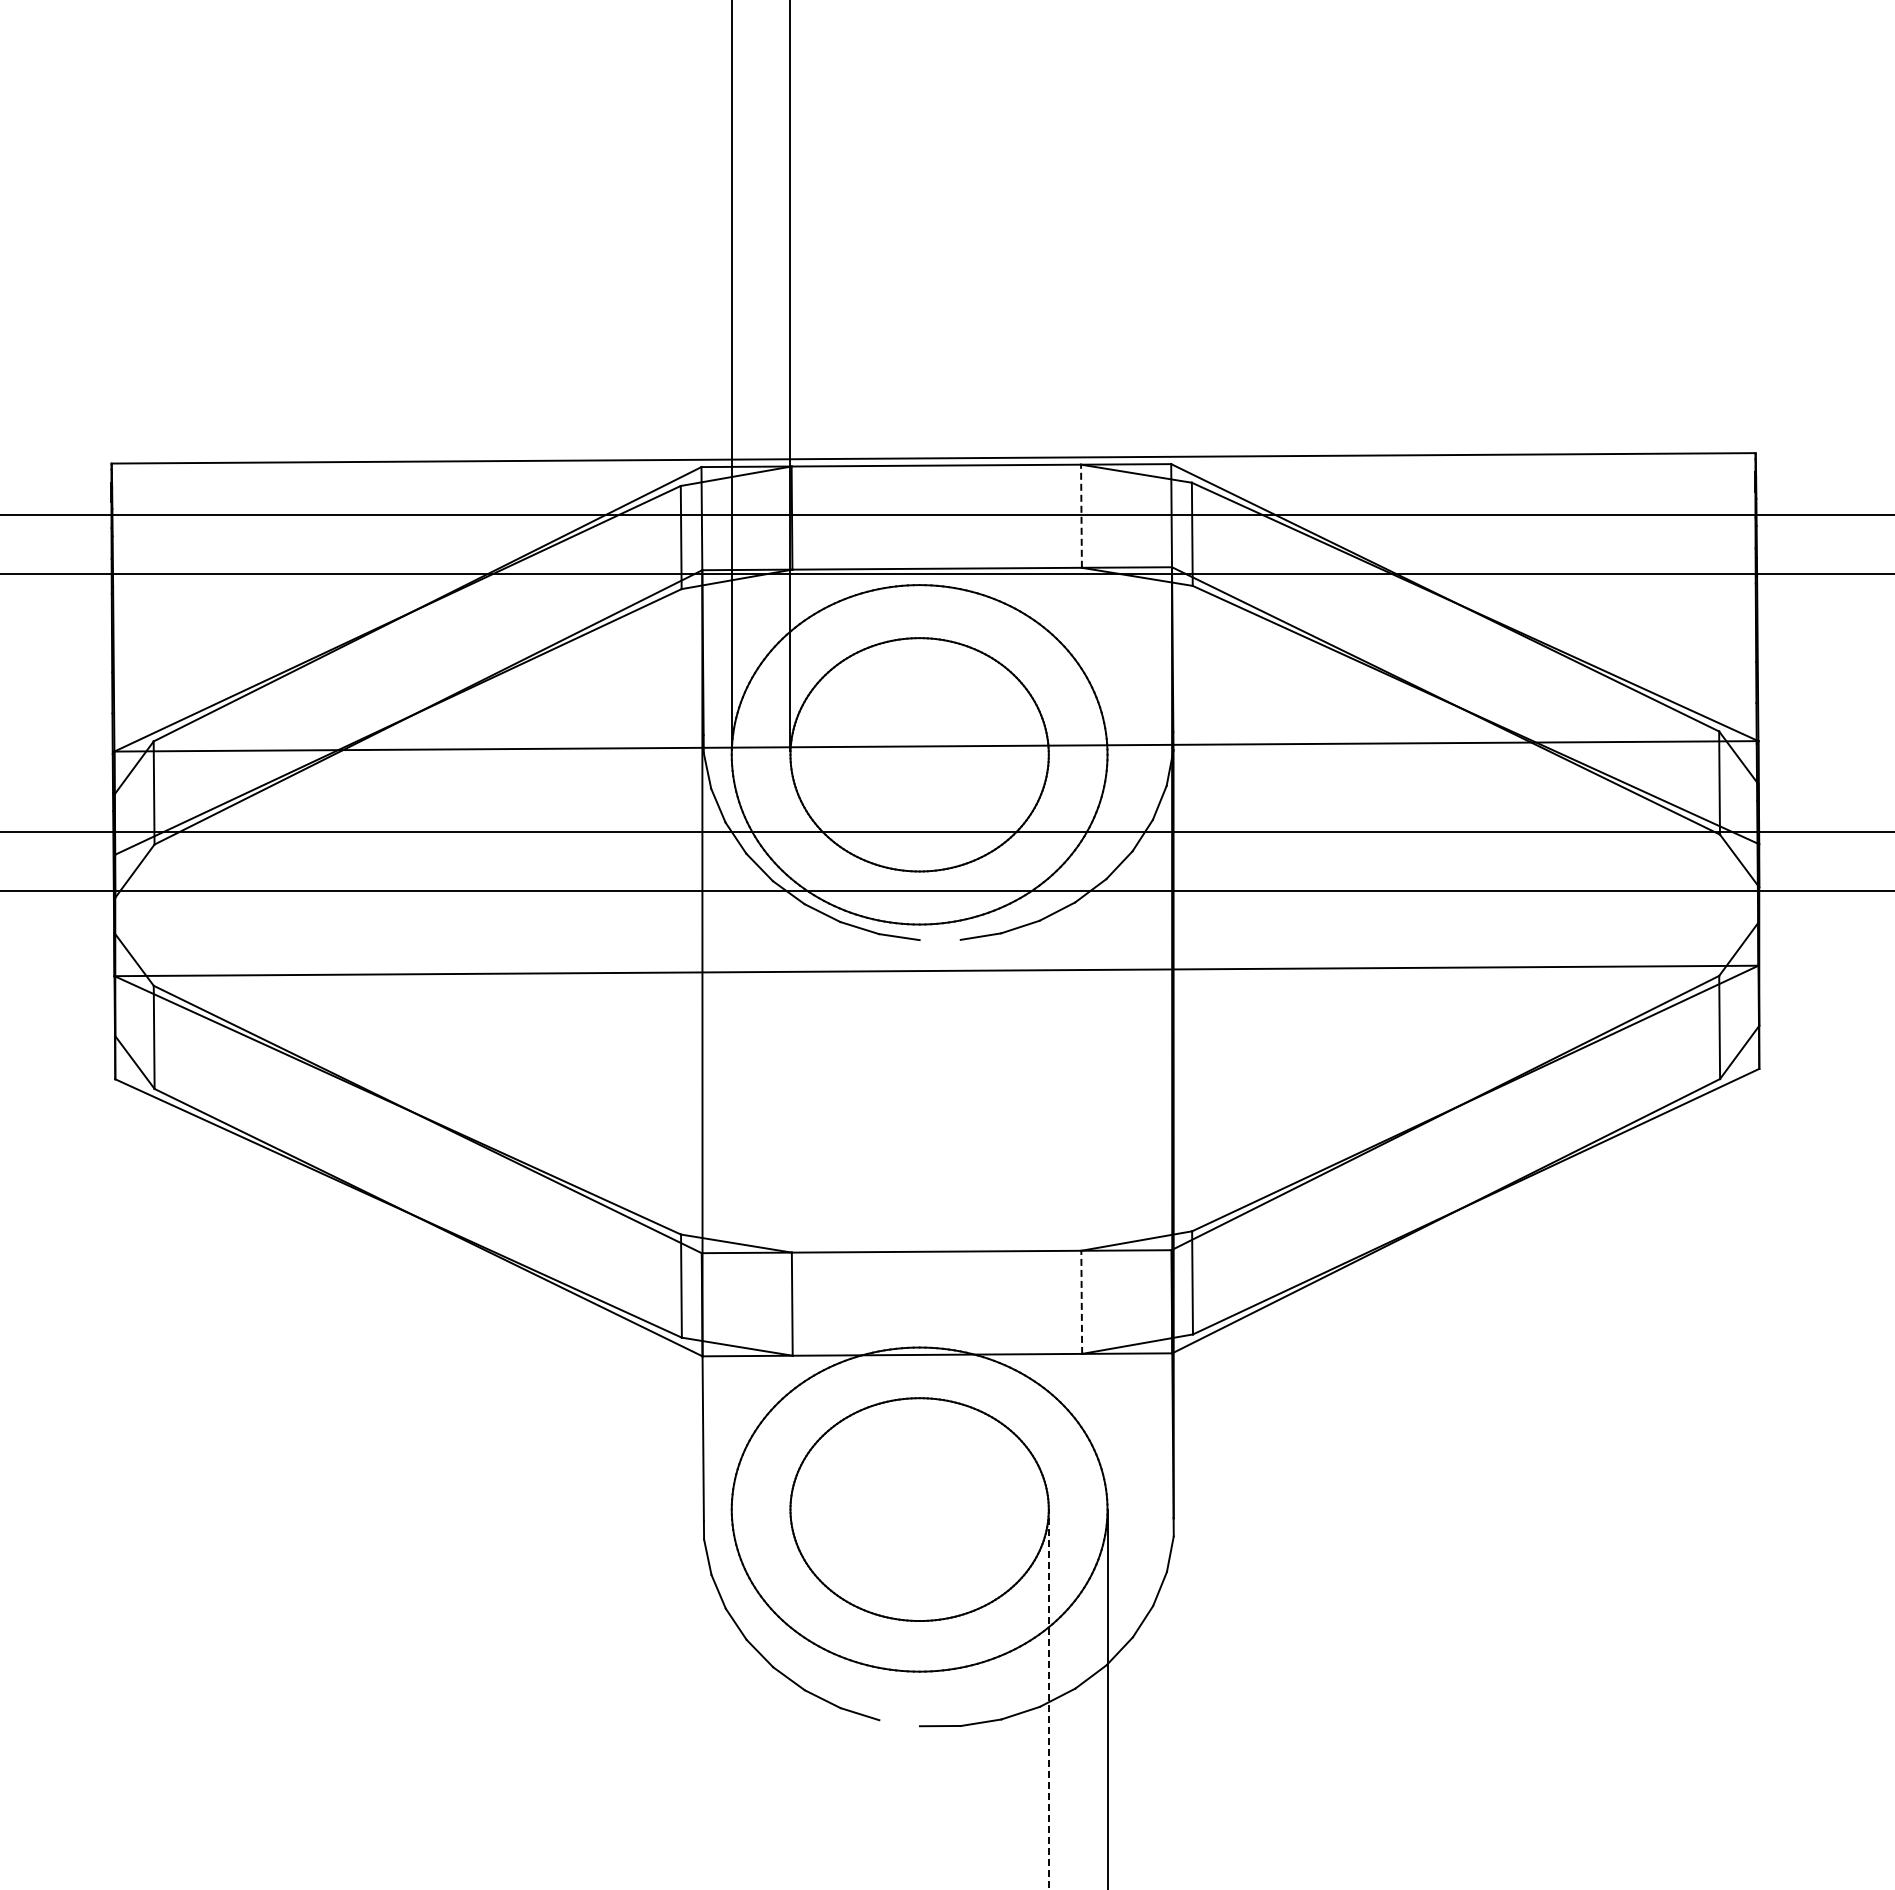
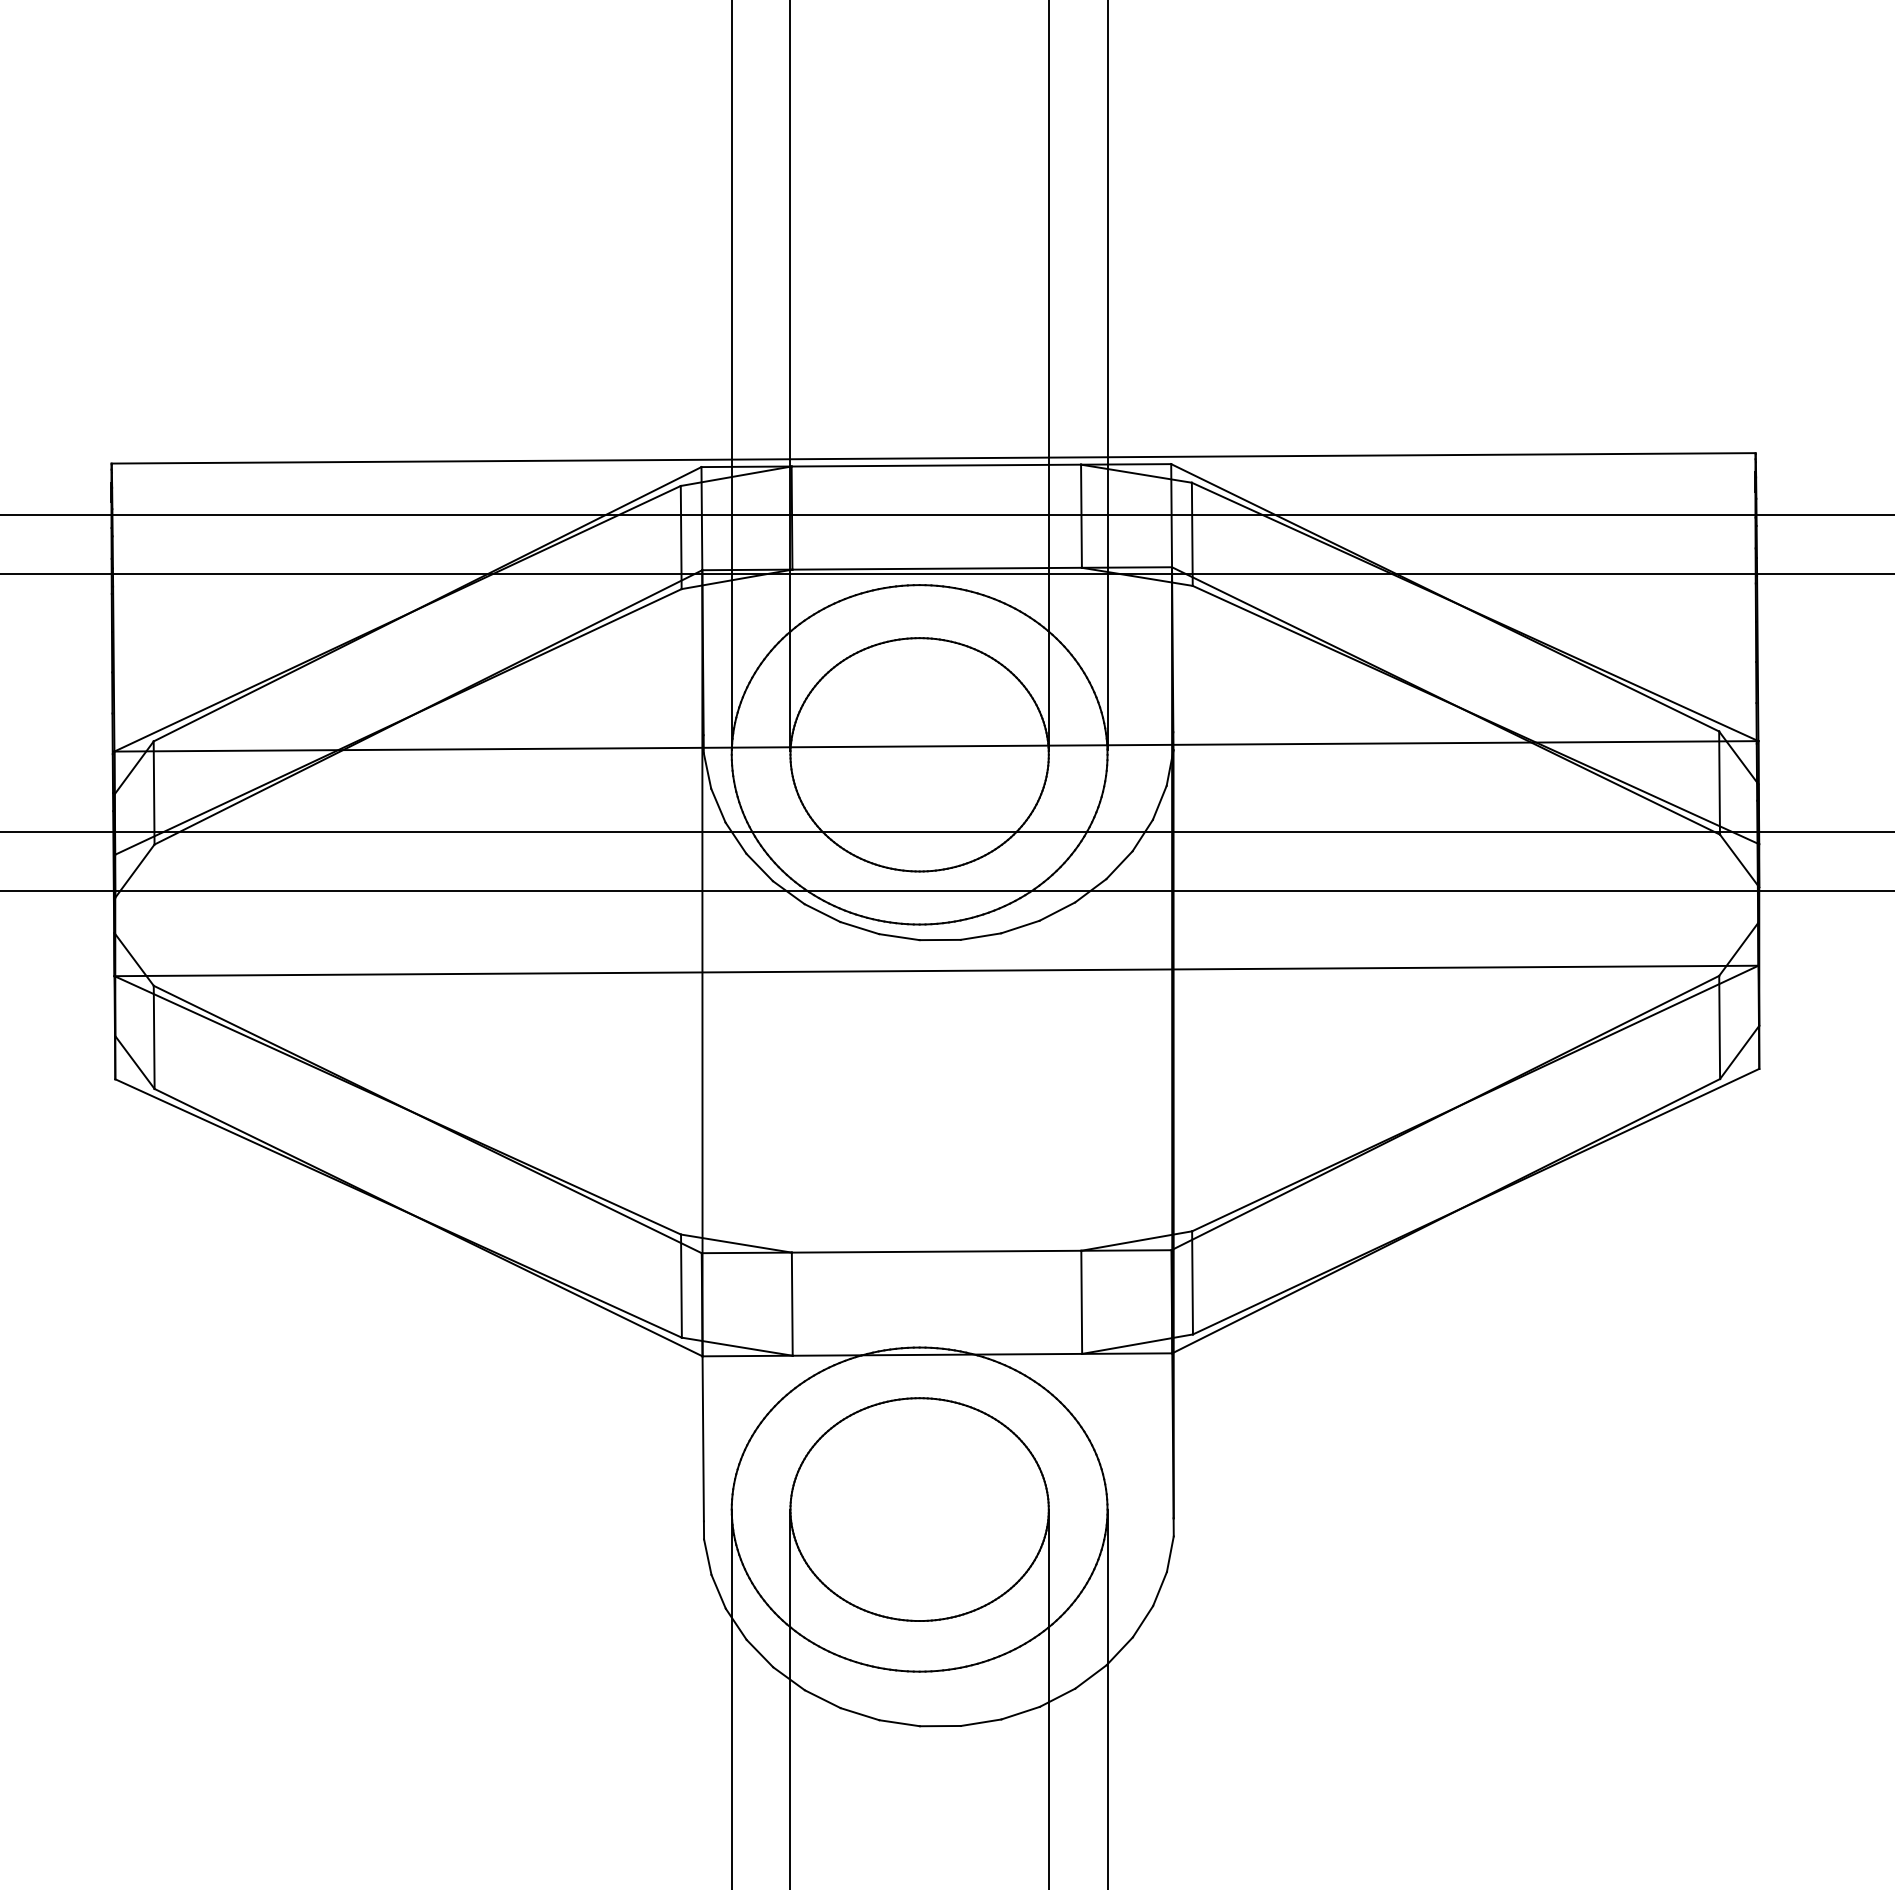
line at (1107, 375): none -> present
line at (1048, 376): none -> present
line at (1081, 516): dashed -> solid
line at (939, 939): none -> present
line at (1081, 1302): dashed -> solid
line at (731, 1697): none -> present
line at (790, 1697): none -> present
line at (1048, 1699): dashed -> solid
line at (899, 1723): none -> present
